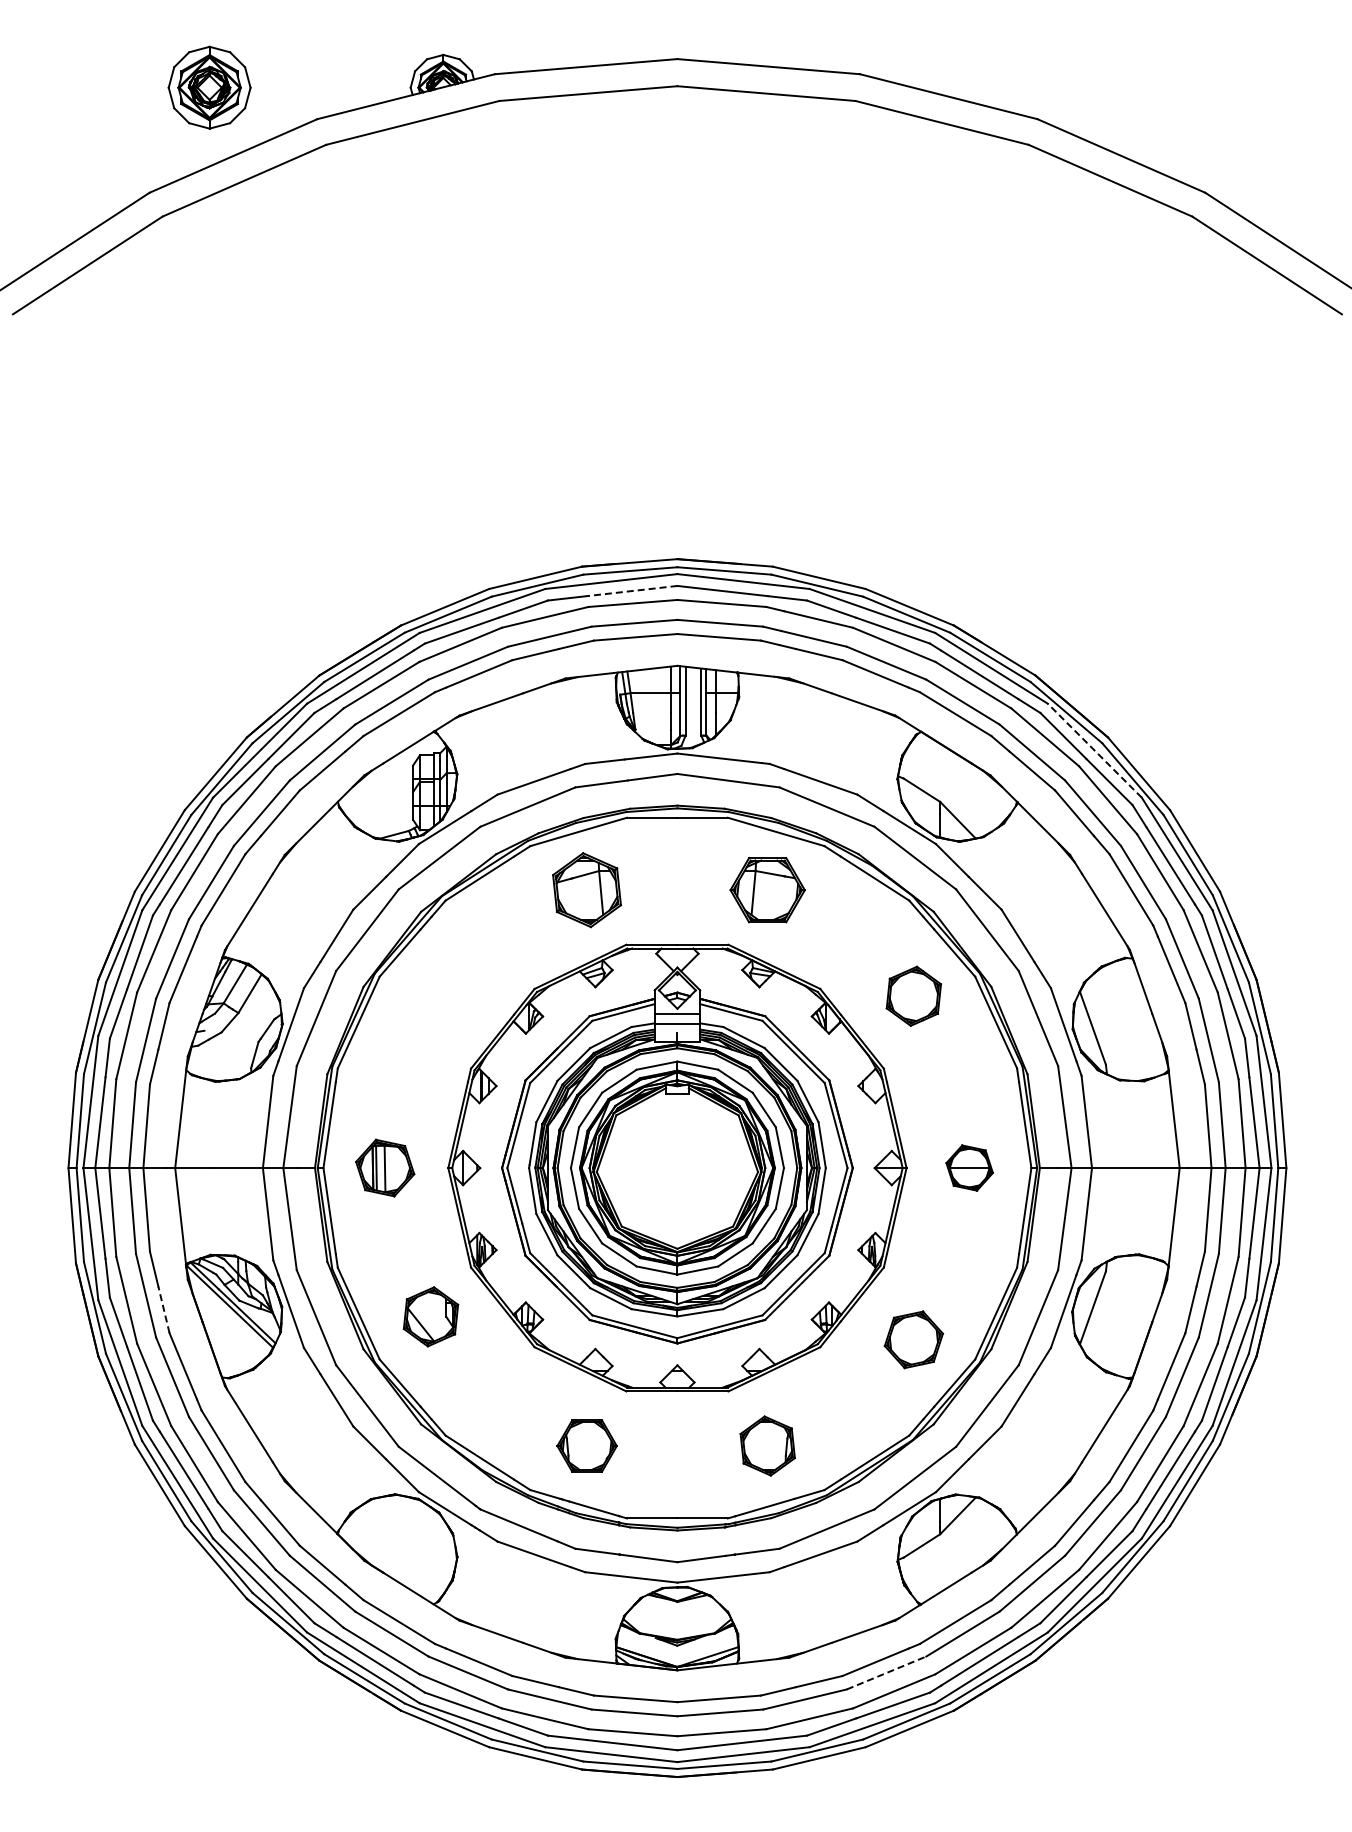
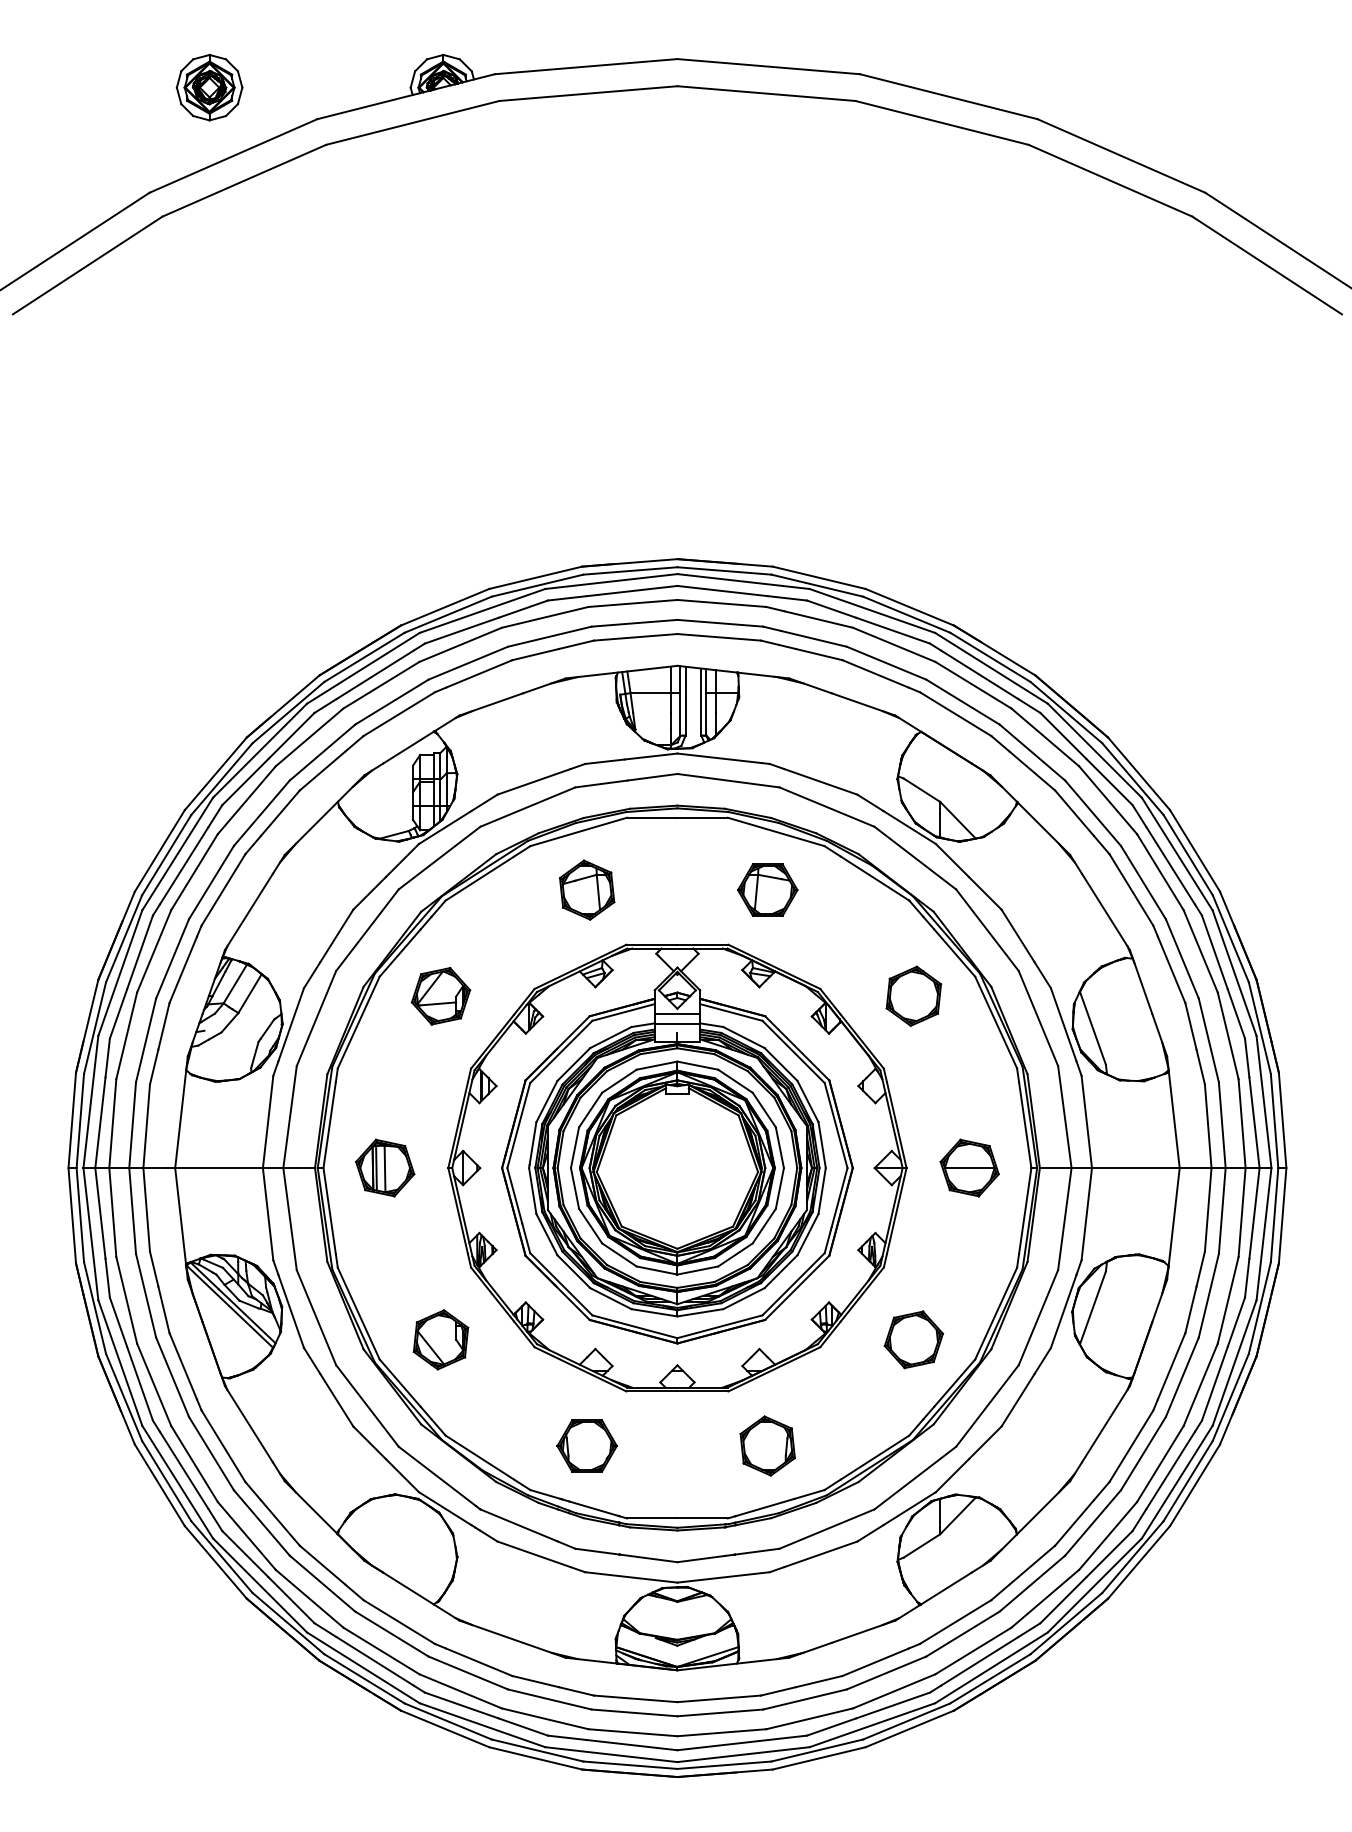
part at (209, 87) size: 85x85 px -> 69x69 px
line at (632, 591): dashed -> solid
line at (1094, 750): dashed -> solid
part at (586, 890) size: 70x77 px -> 57x62 px
part at (767, 890) size: 77x67 px -> 62x54 px
part at (440, 996): none -> present
part at (969, 1167) size: 49x48 px -> 61x60 px
line at (163, 1309): dashed -> solid
part at (430, 1316) position: (430, 1316) -> (440, 1339)
line at (887, 1672): dashed -> solid
